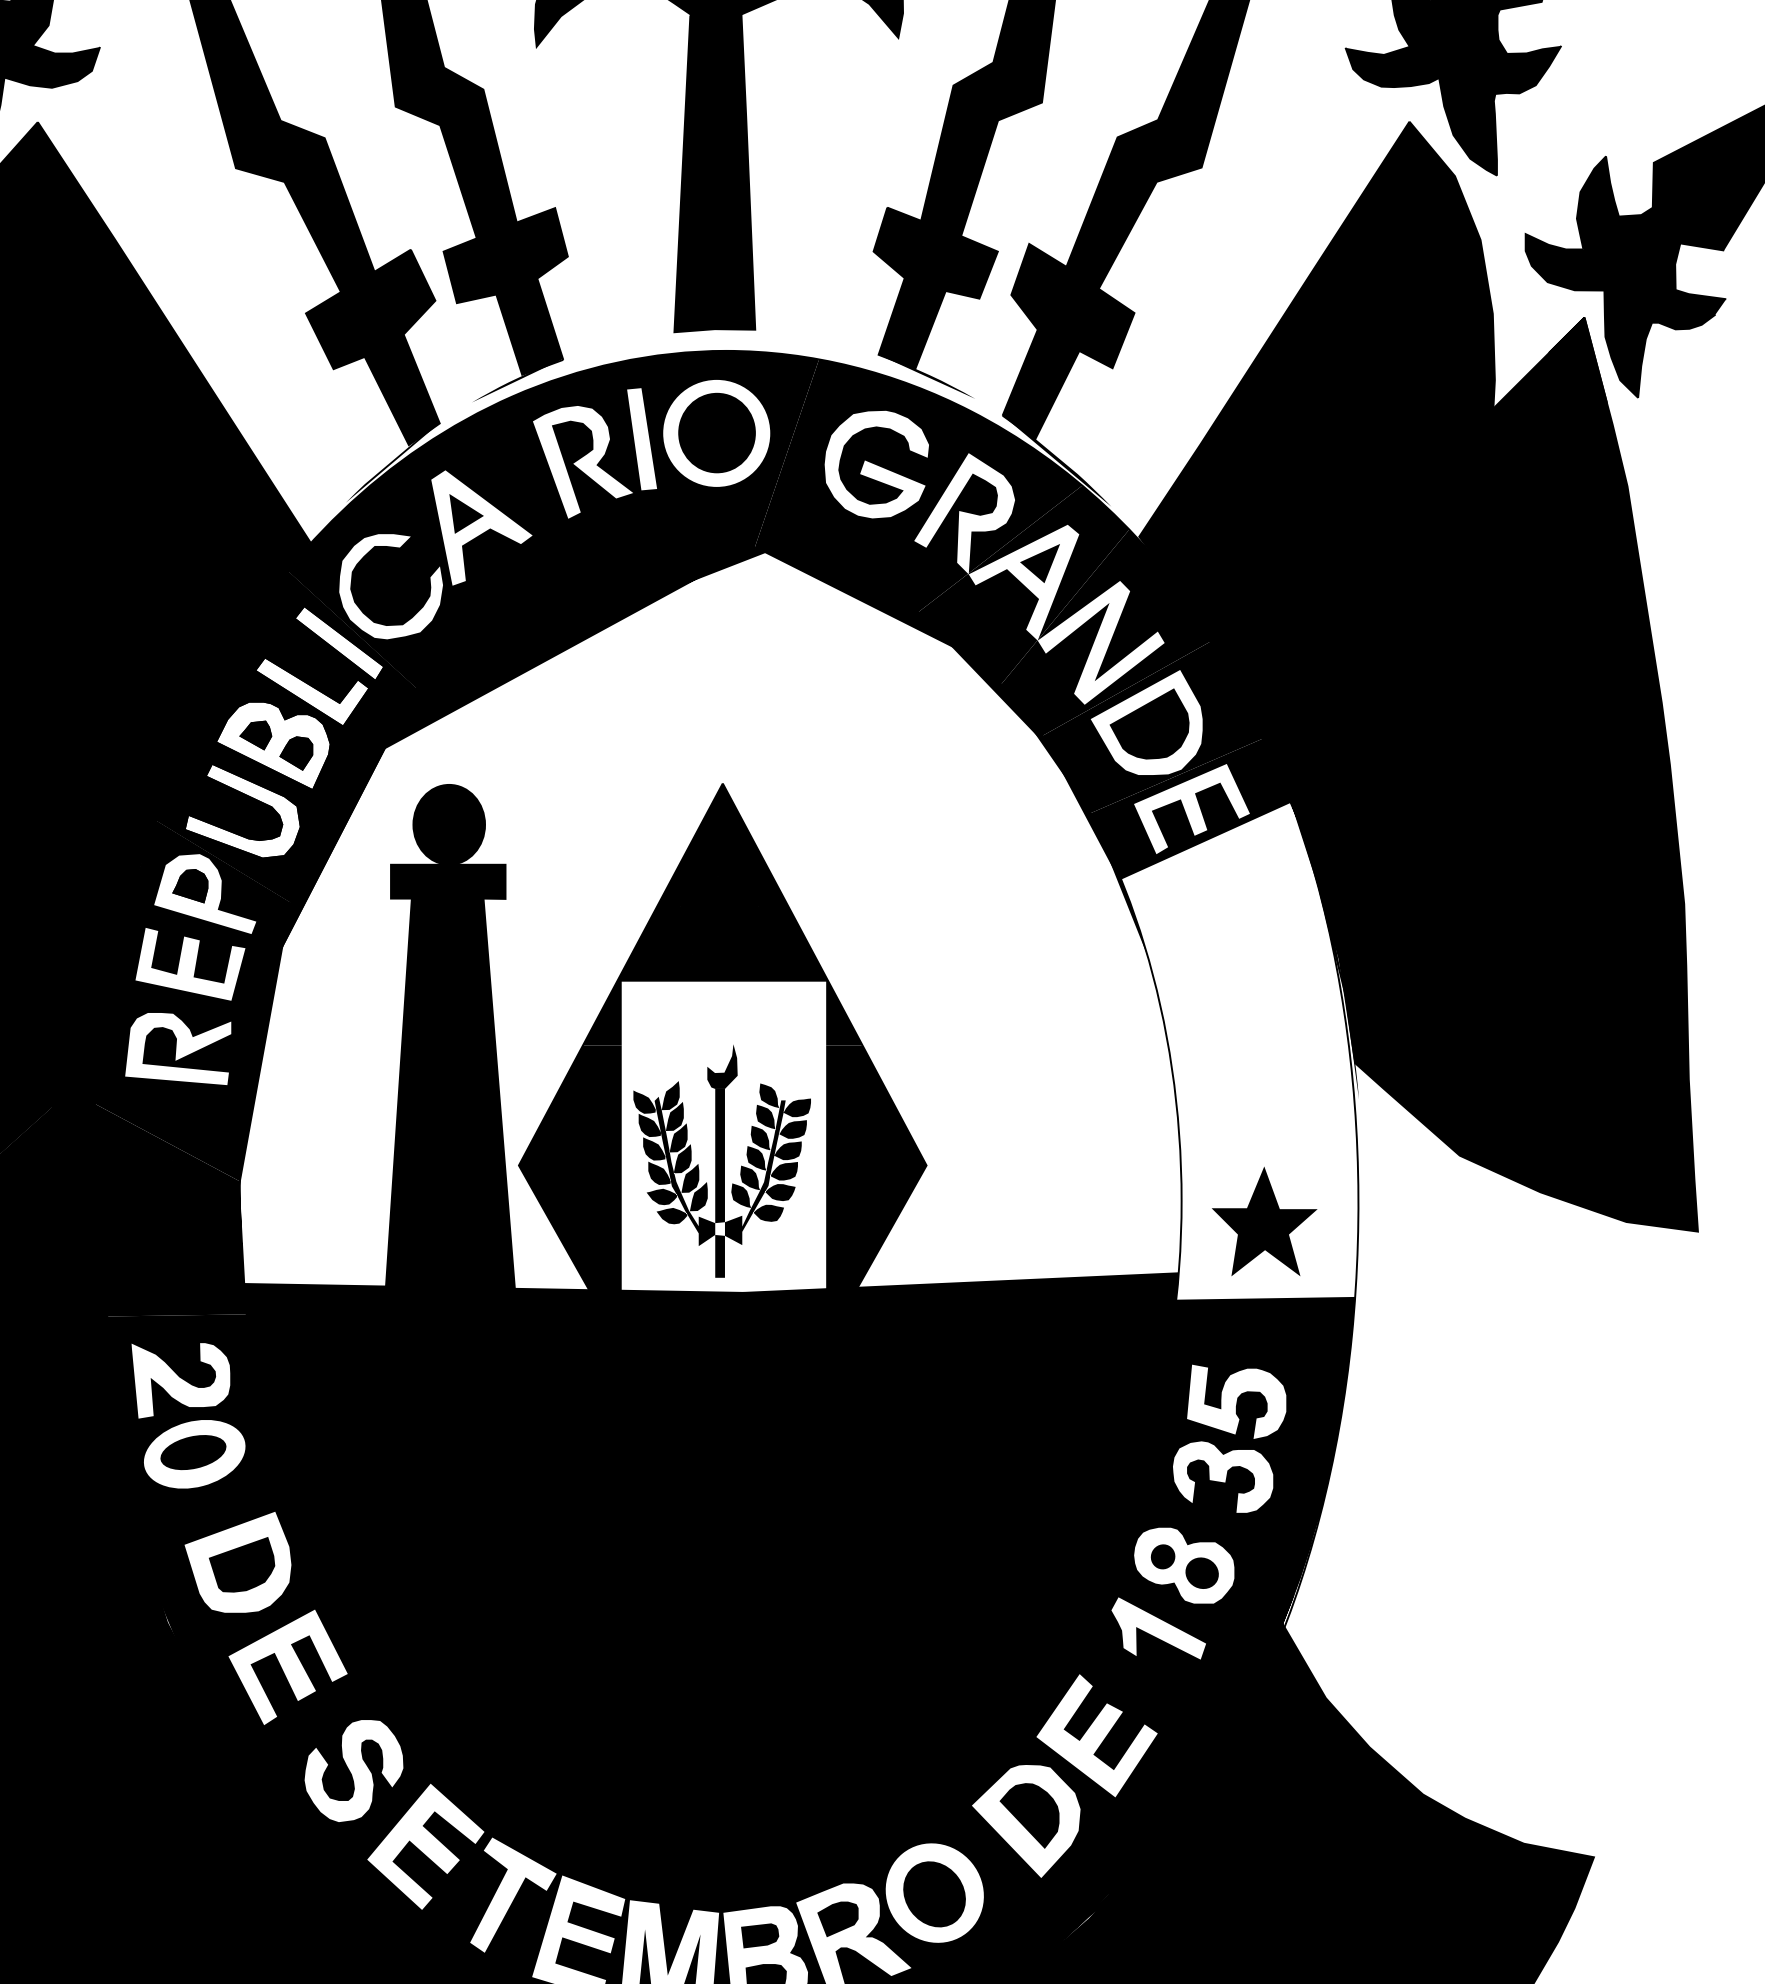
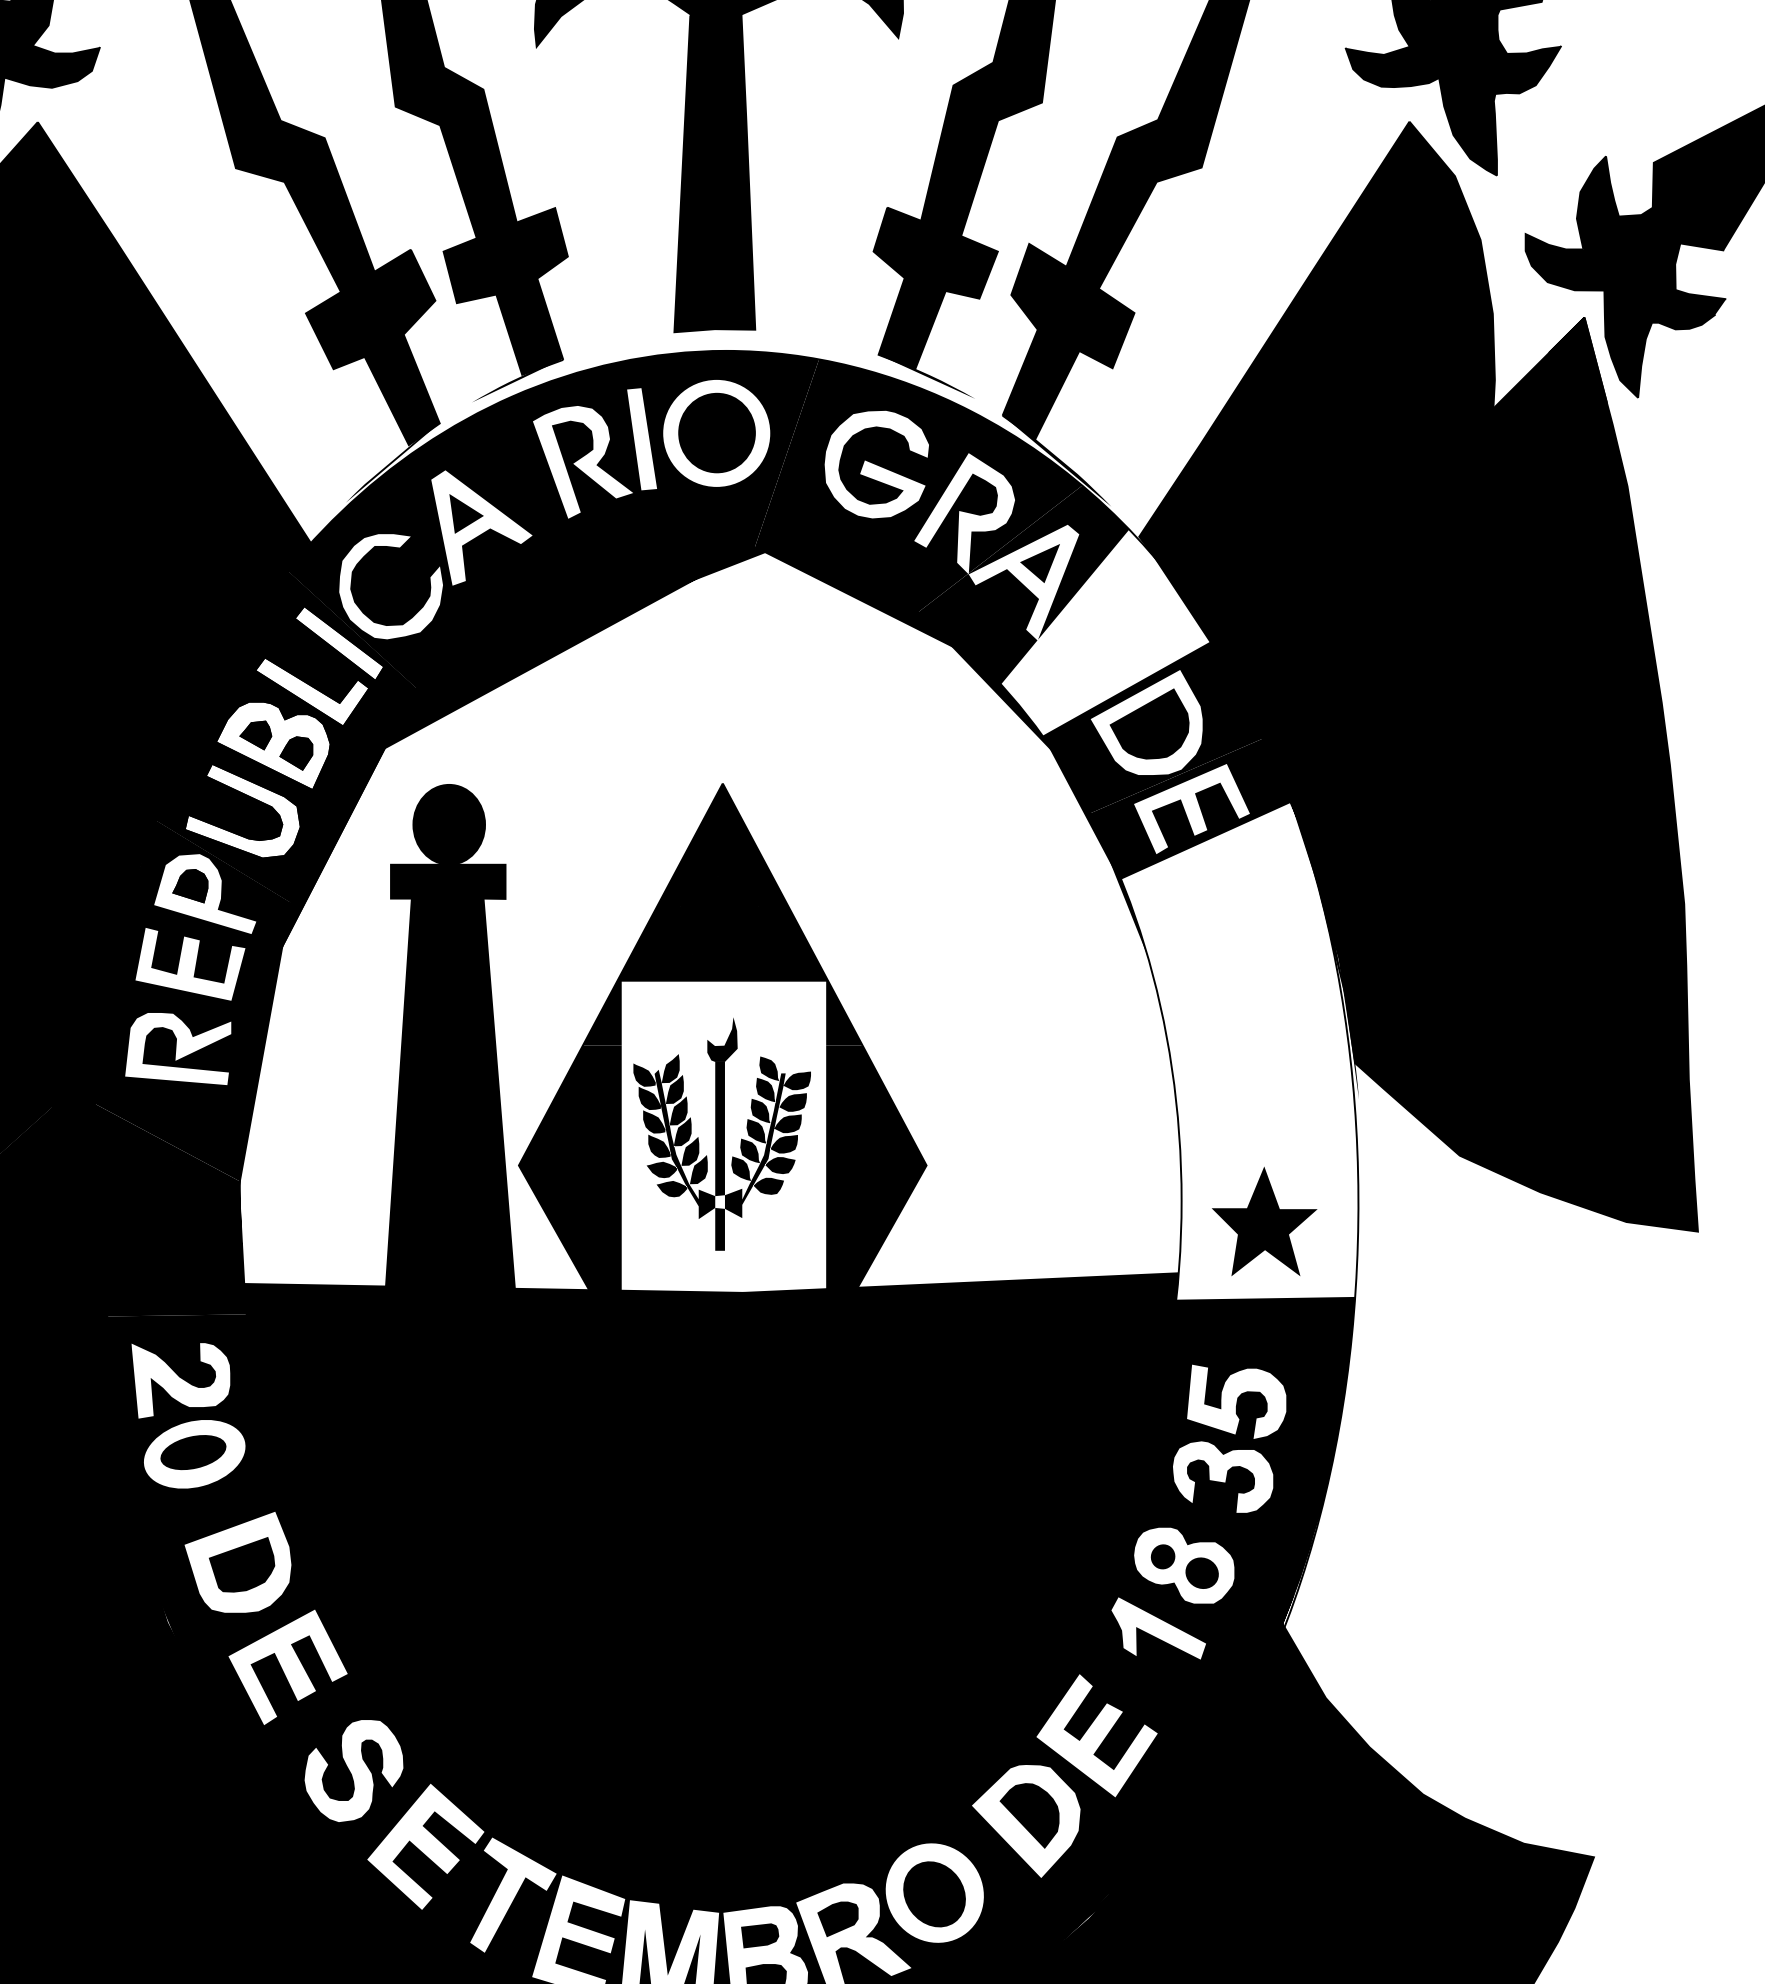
fill at (1106, 672): present -> none
part at (721, 1161) position: (721, 1161) -> (721, 1134)
